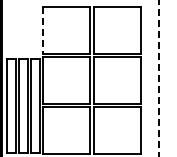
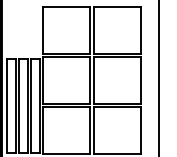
line at (43, 30): dashed -> solid
line at (159, 78): dashed -> solid
